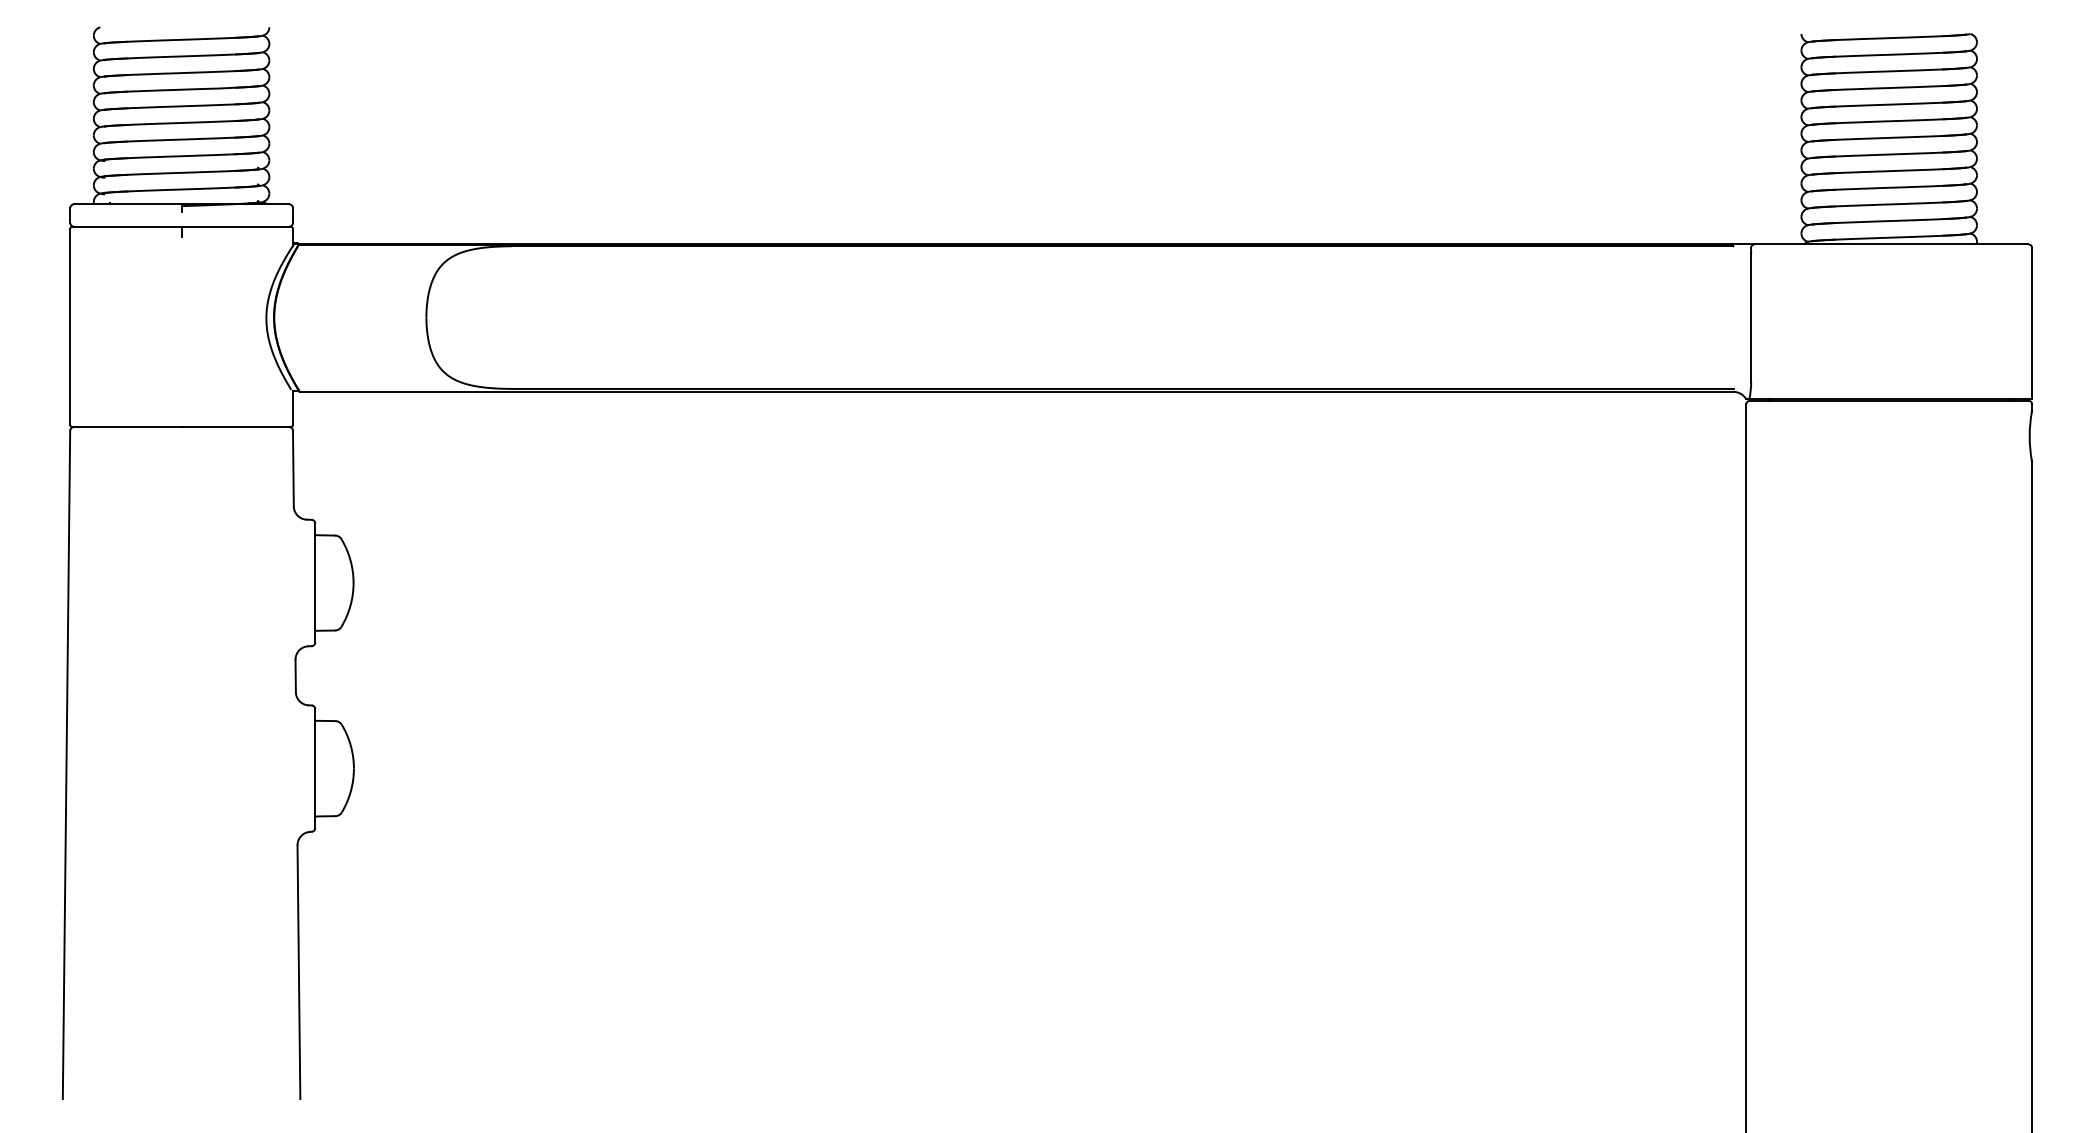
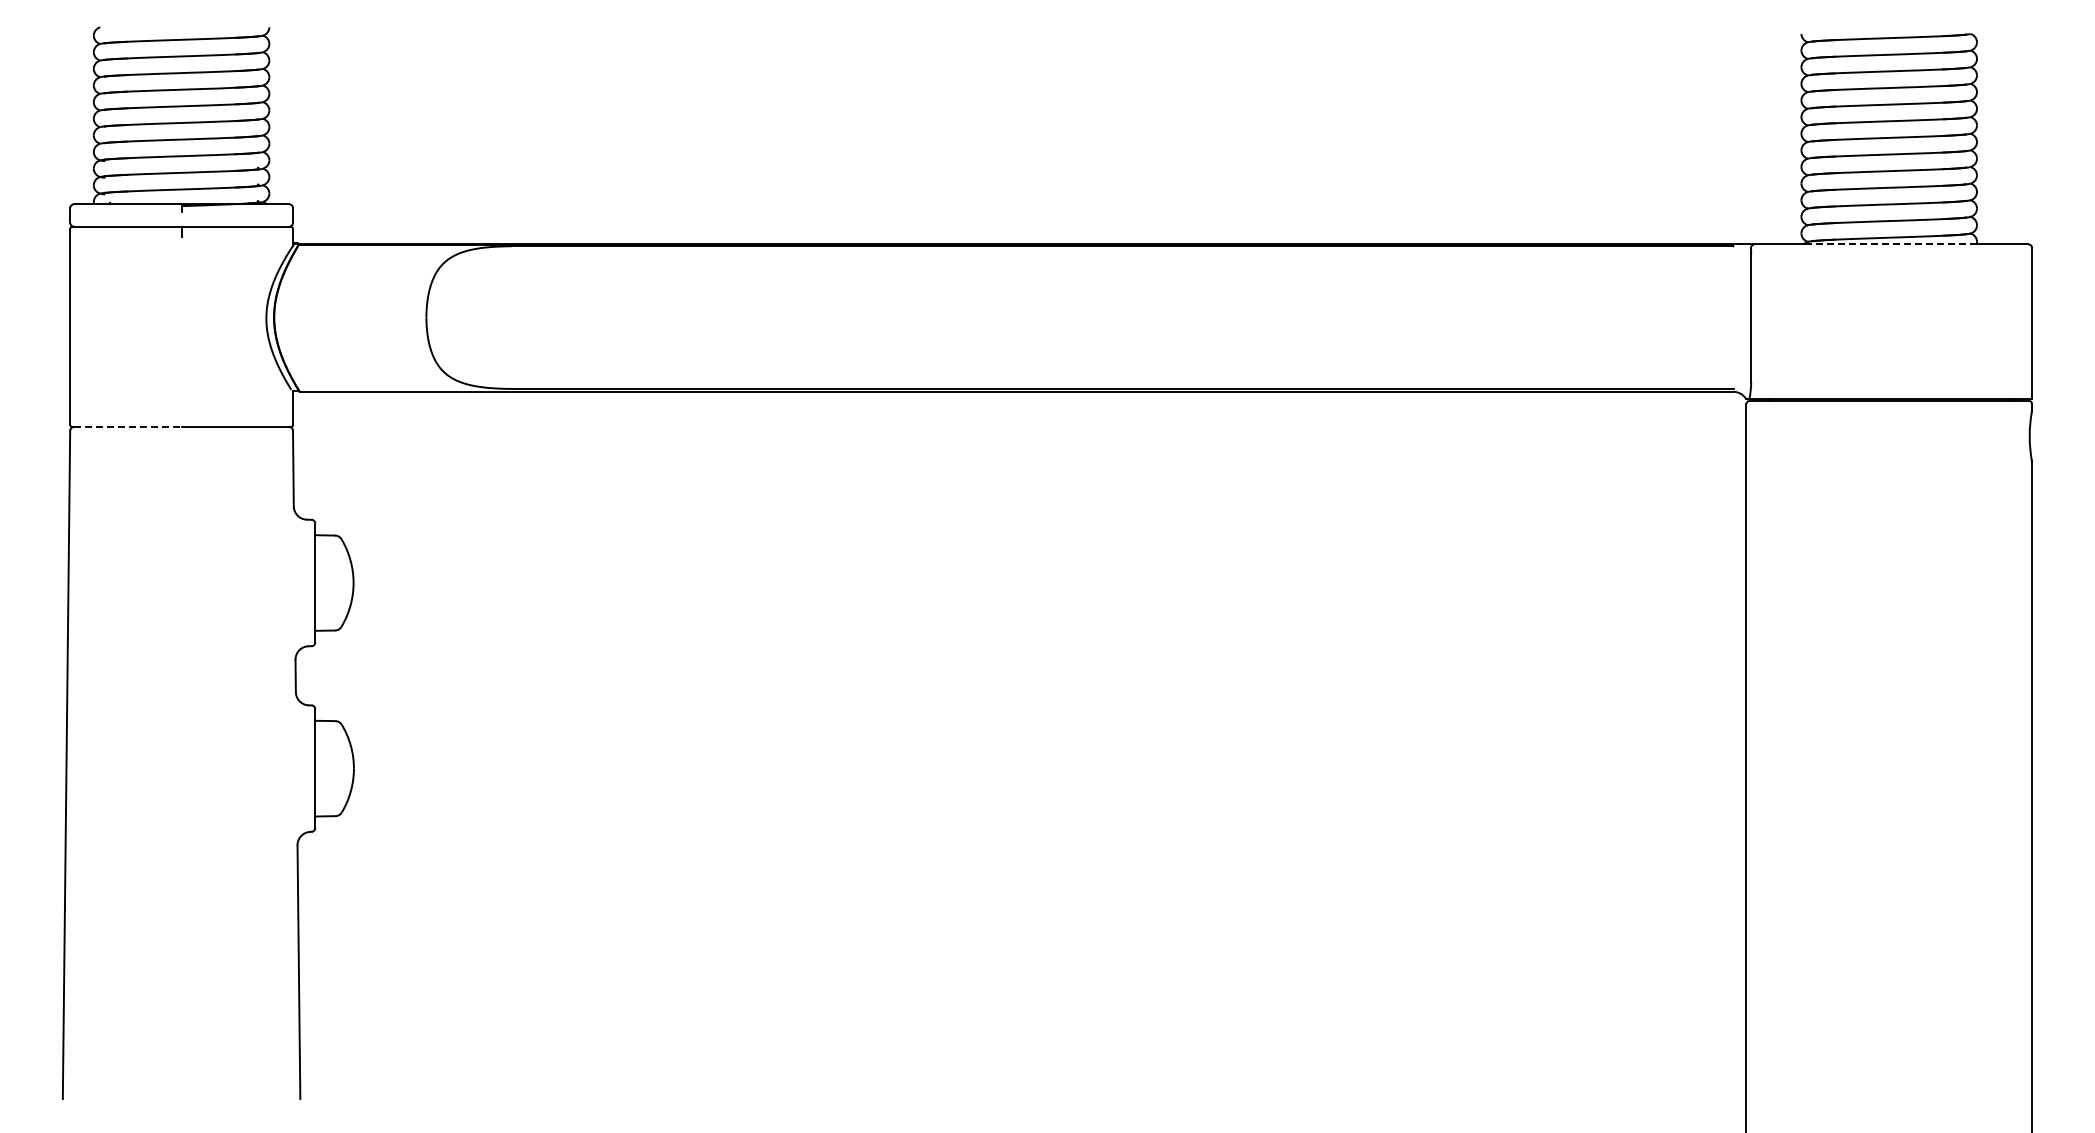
line at (1889, 244): solid -> dashed
line at (127, 427): solid -> dashed
